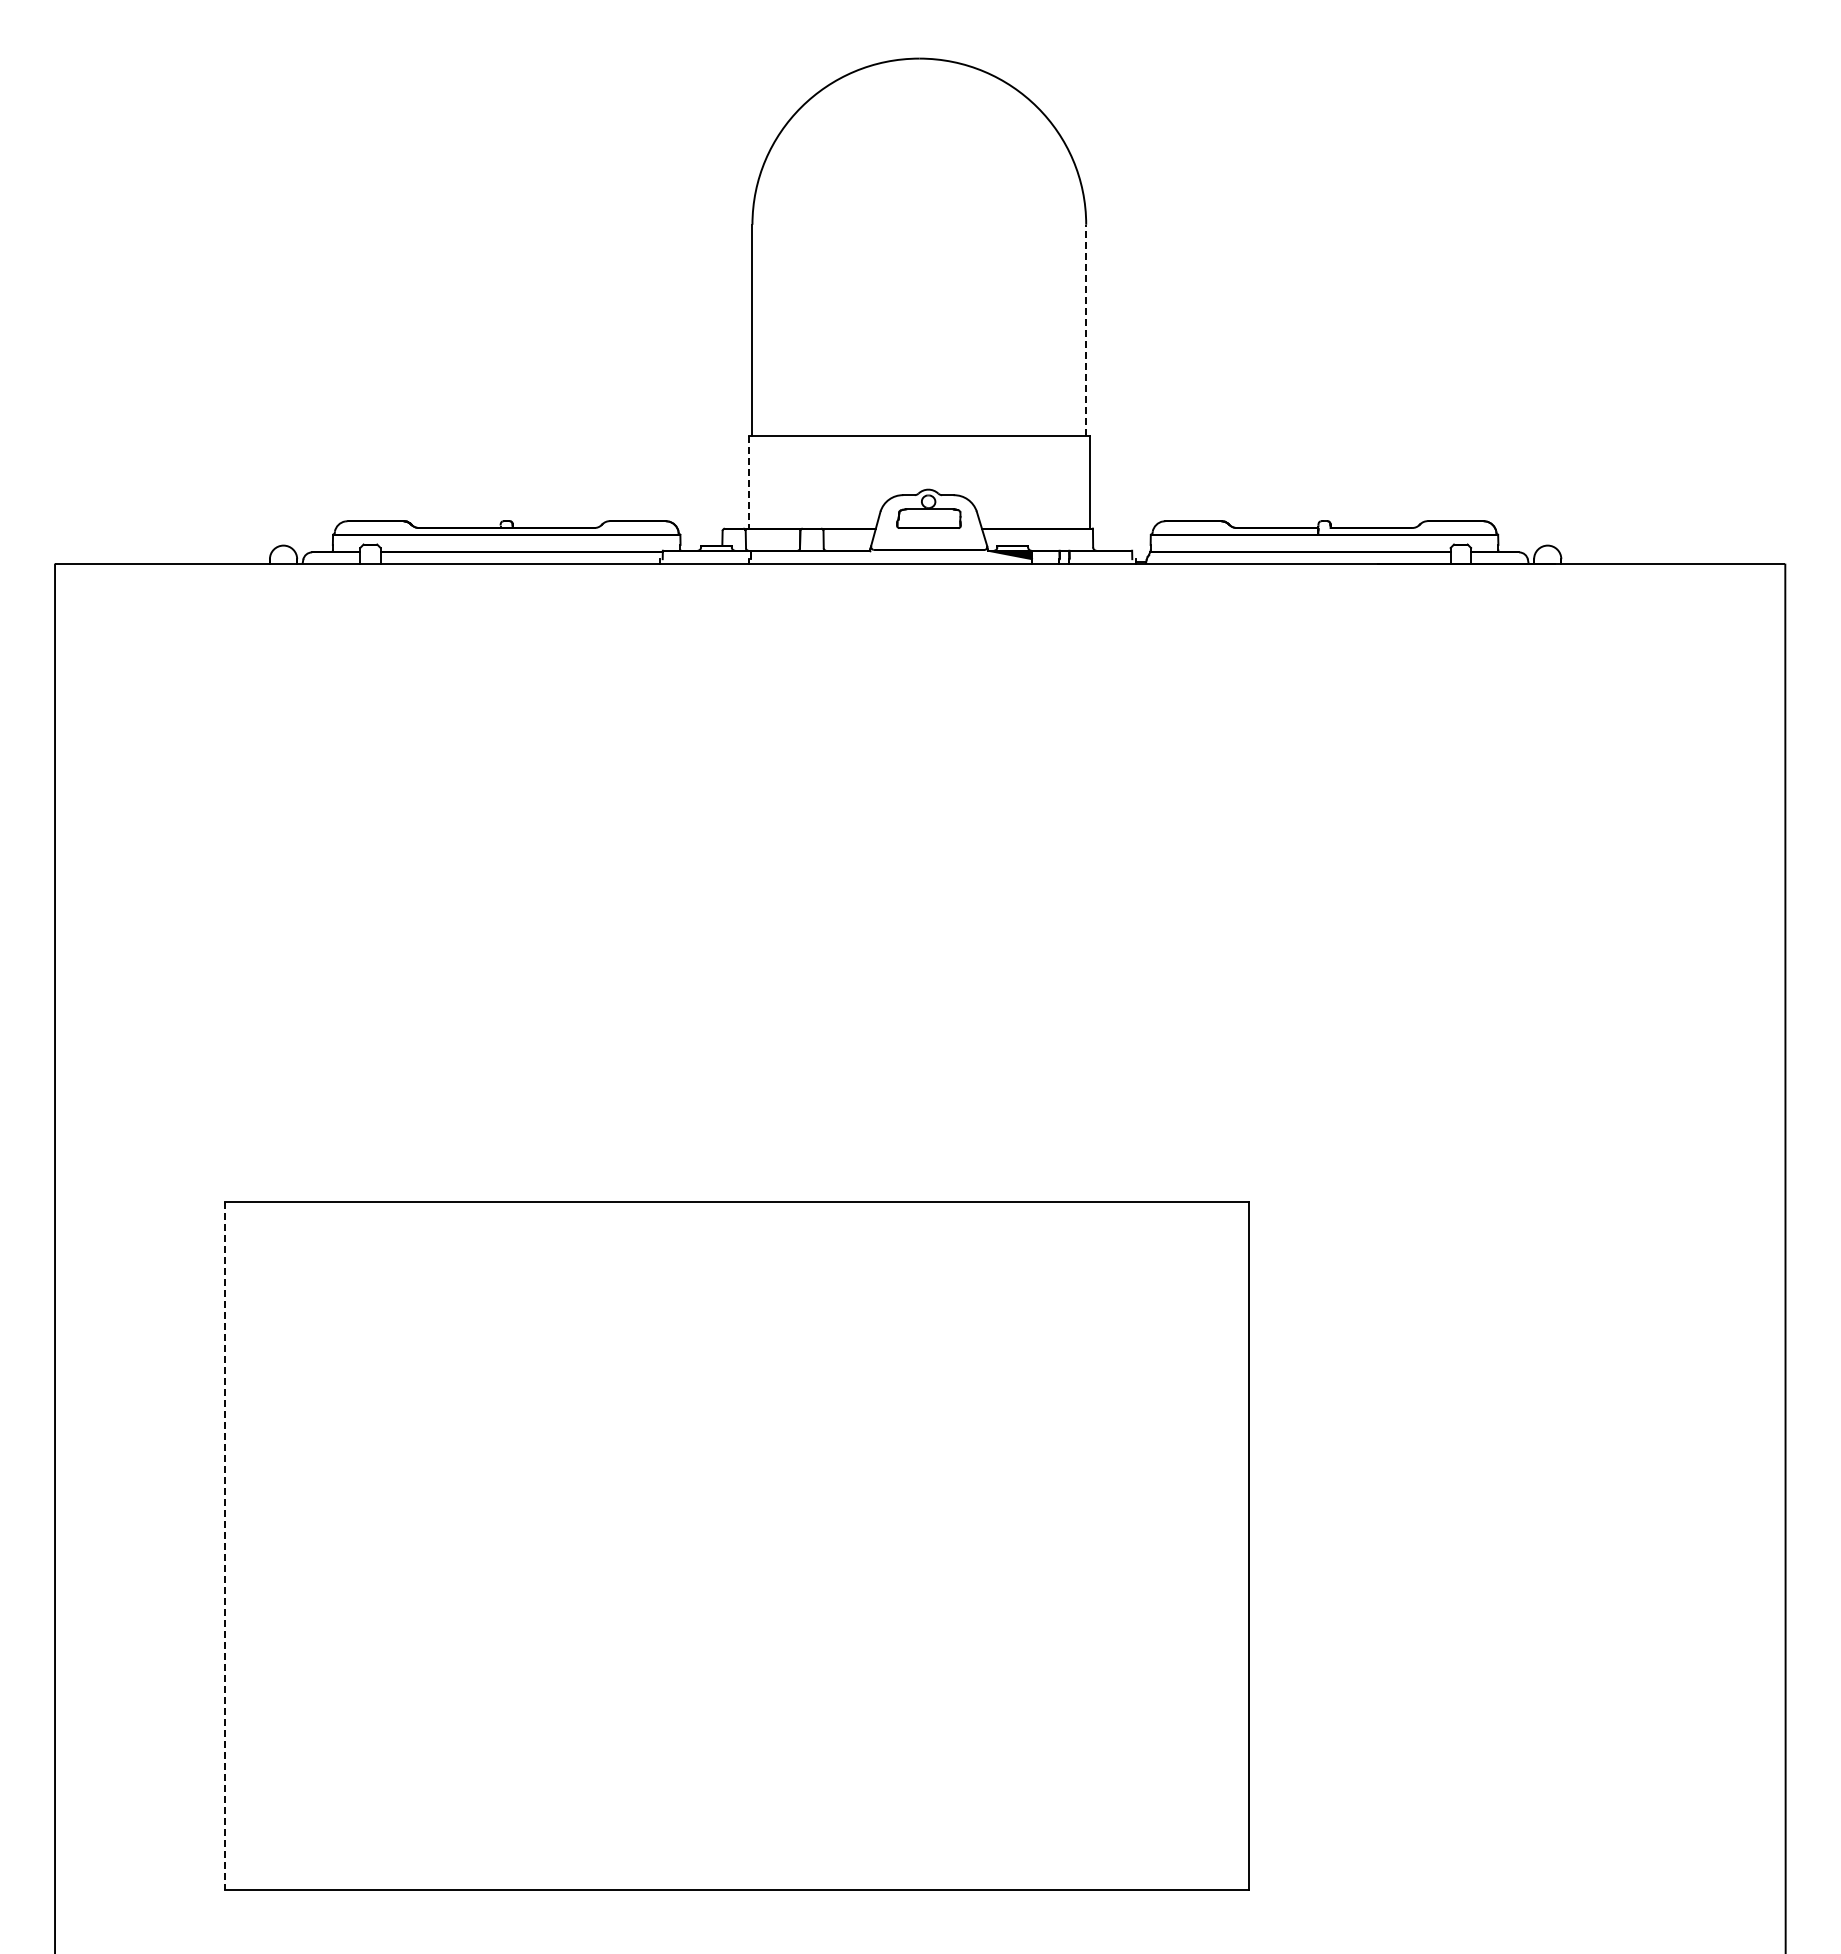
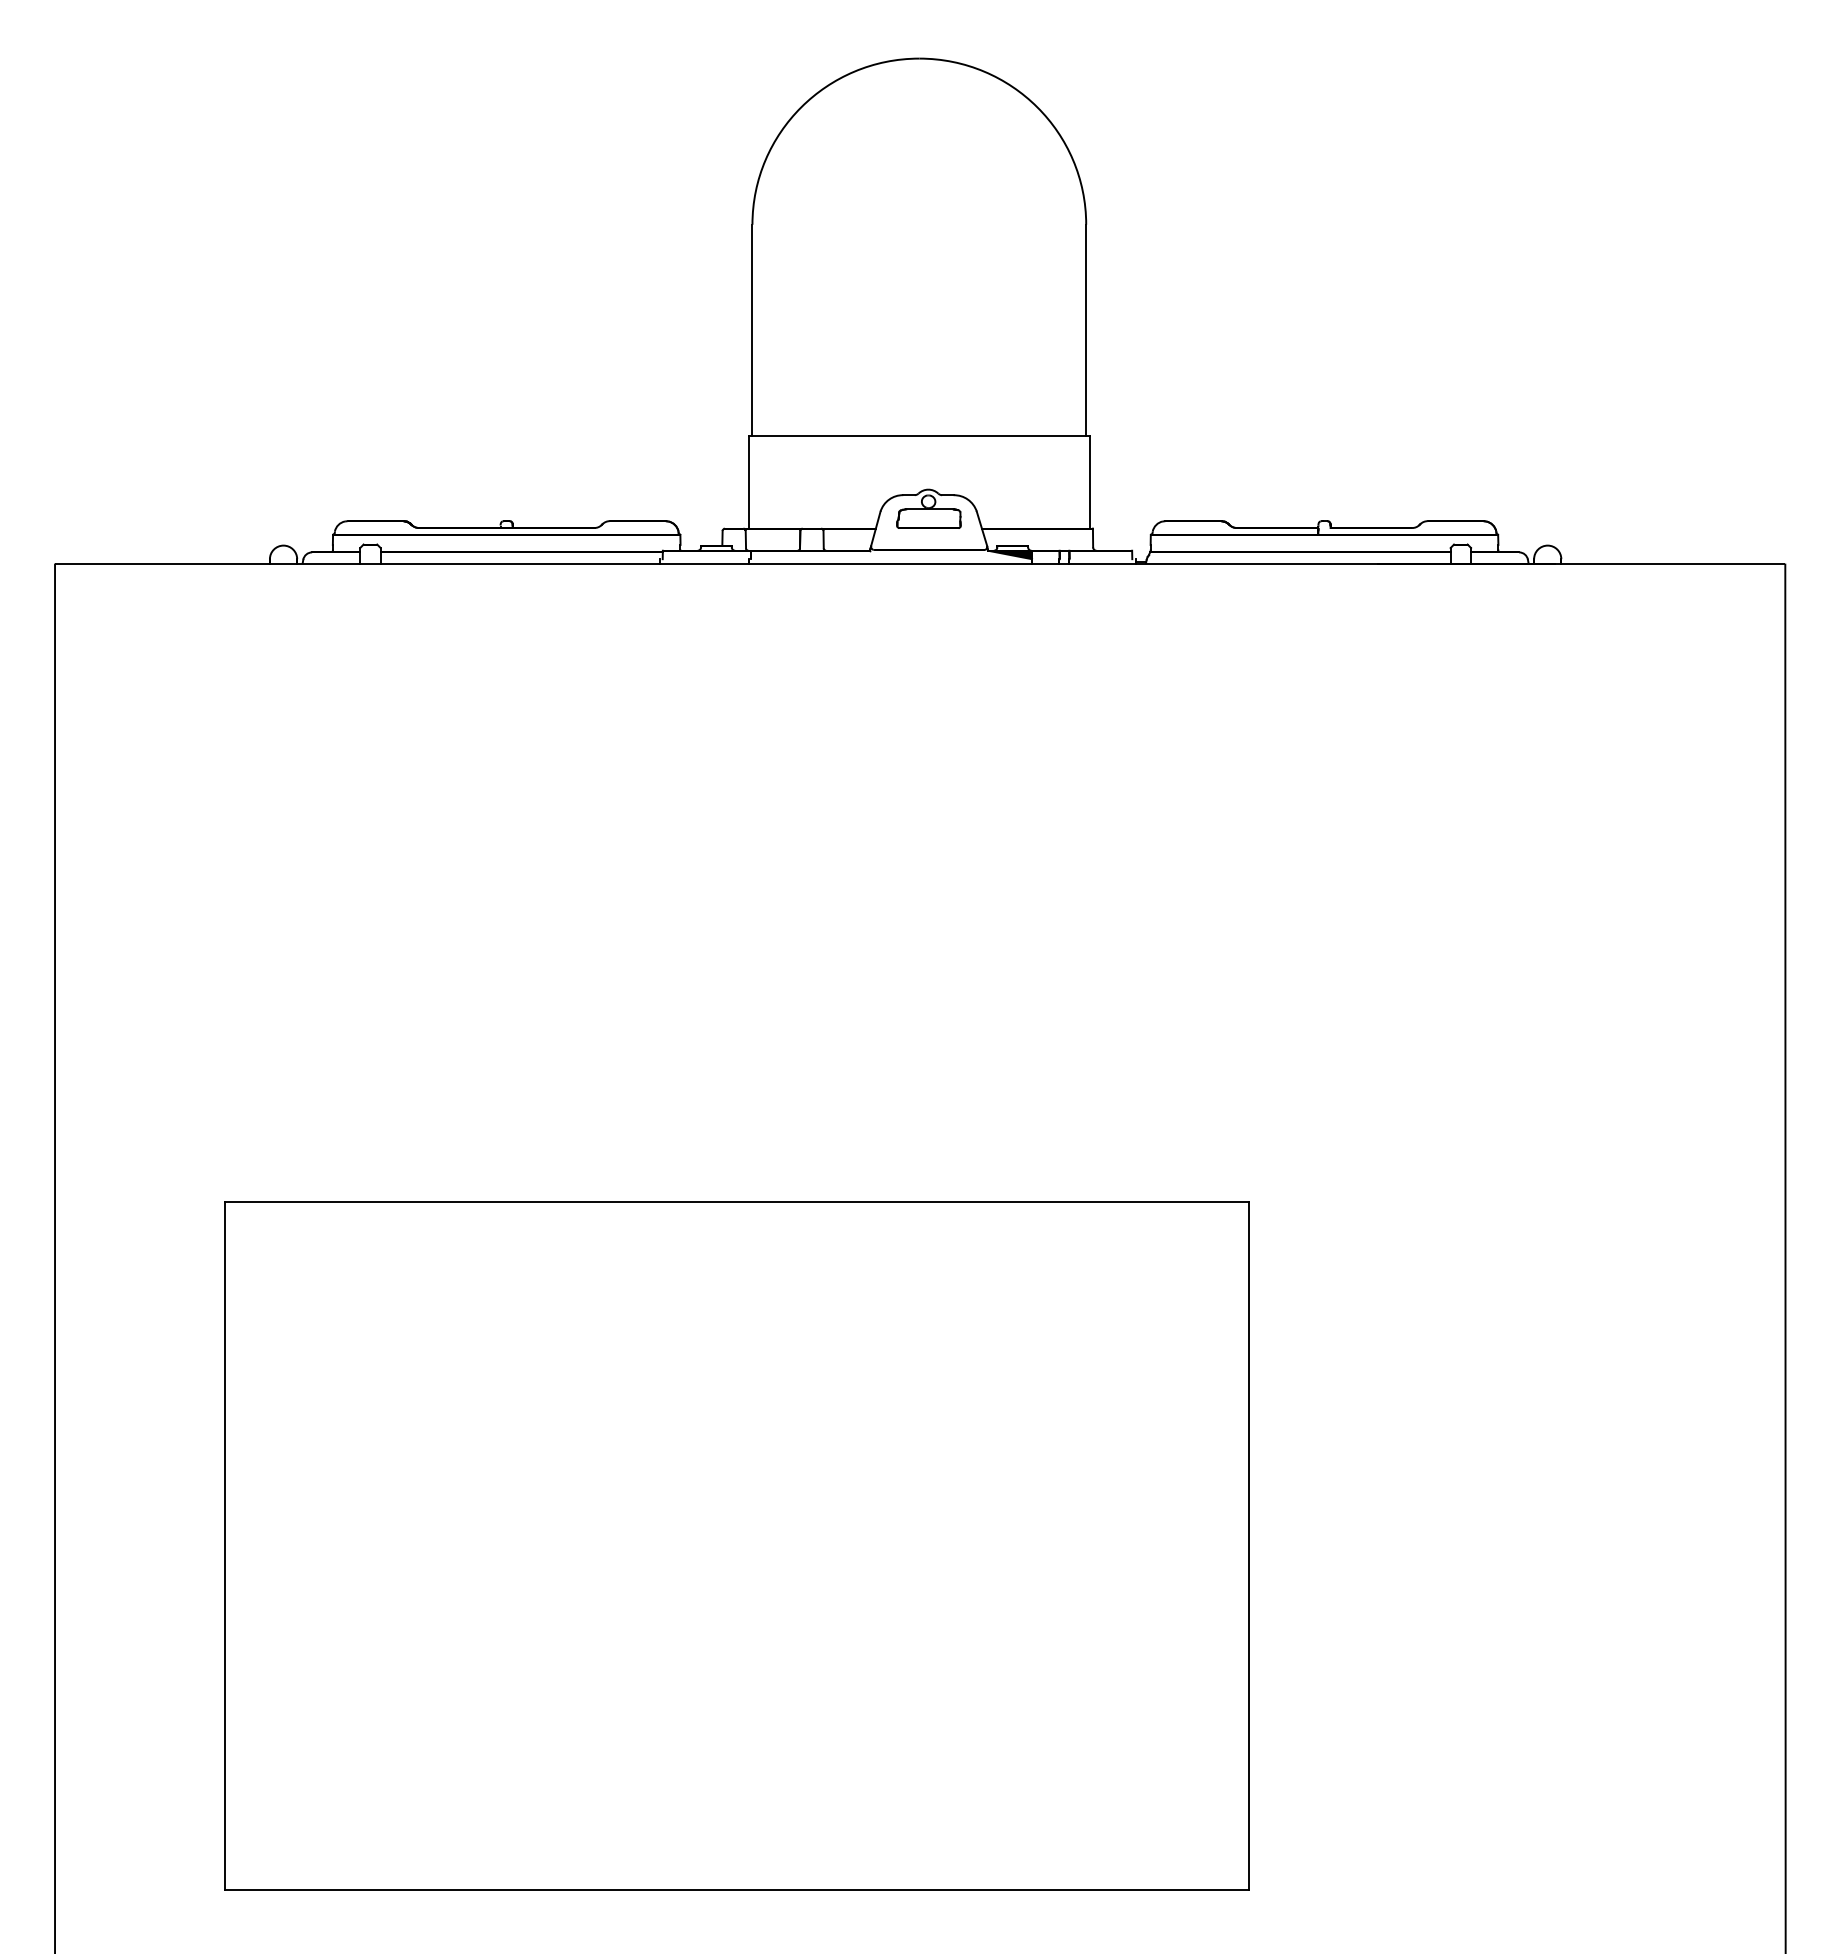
line at (1086, 329): dashed -> solid
line at (749, 482): dashed -> solid
line at (224, 1546): dashed -> solid
